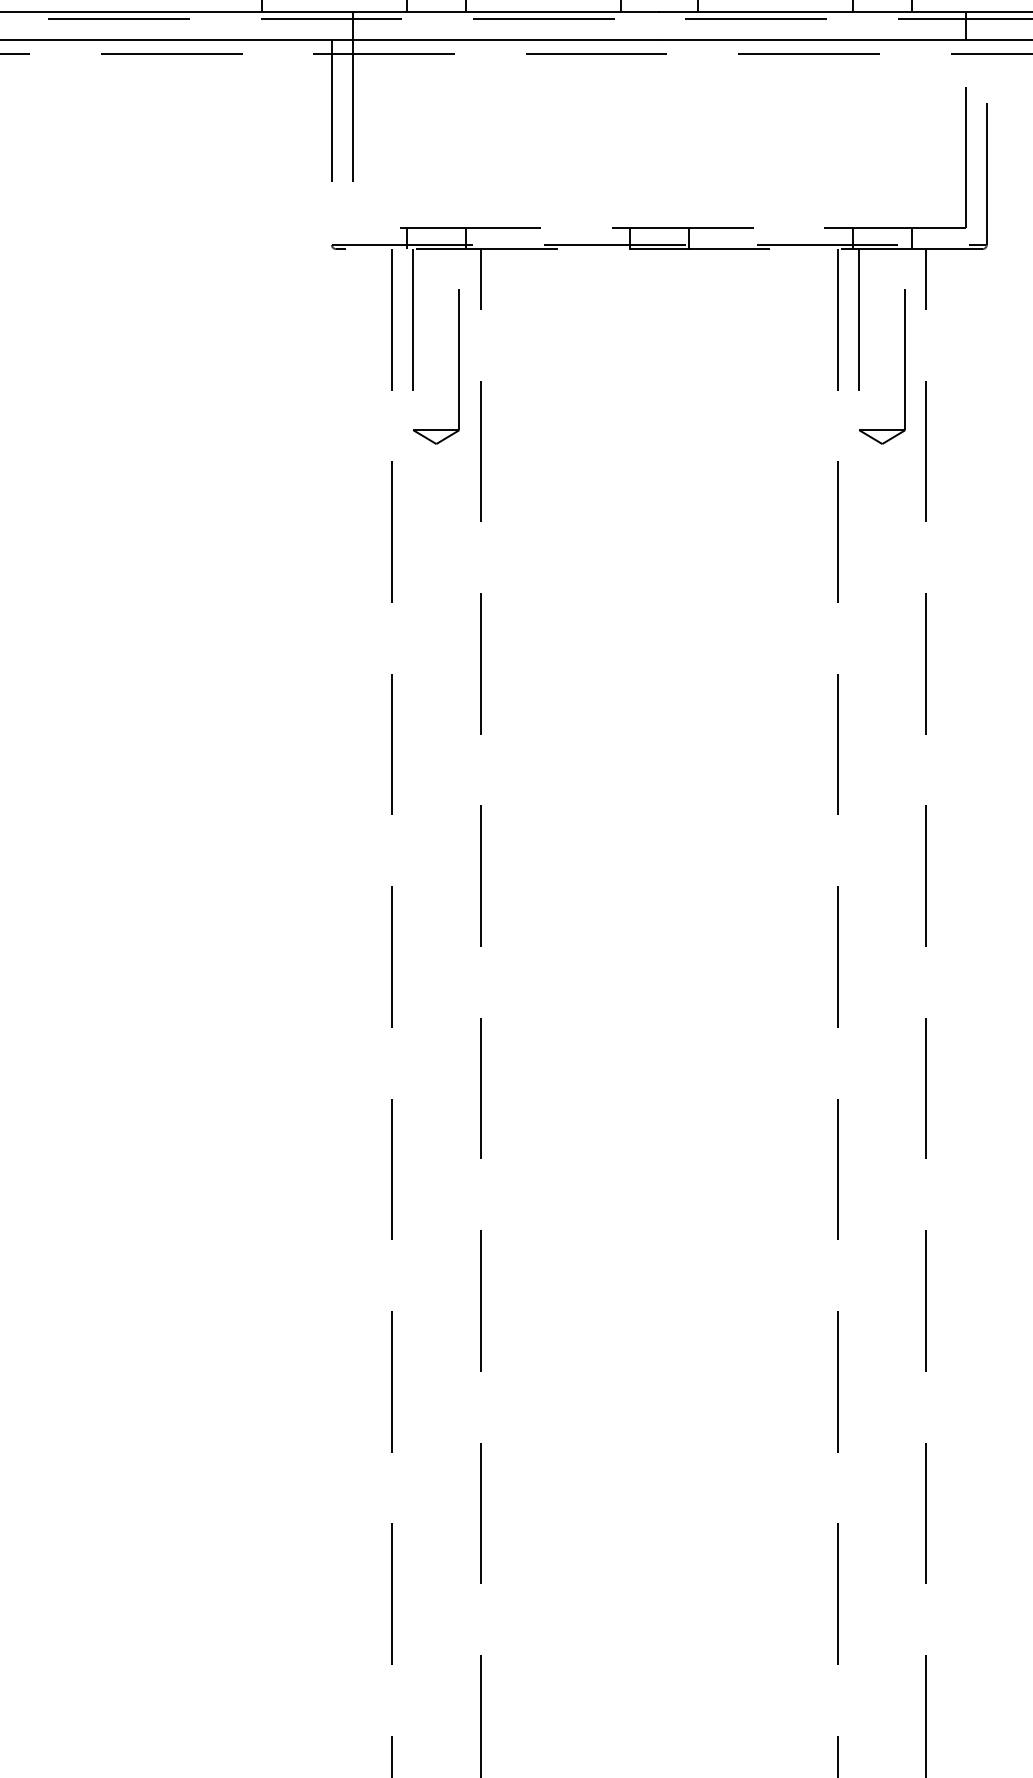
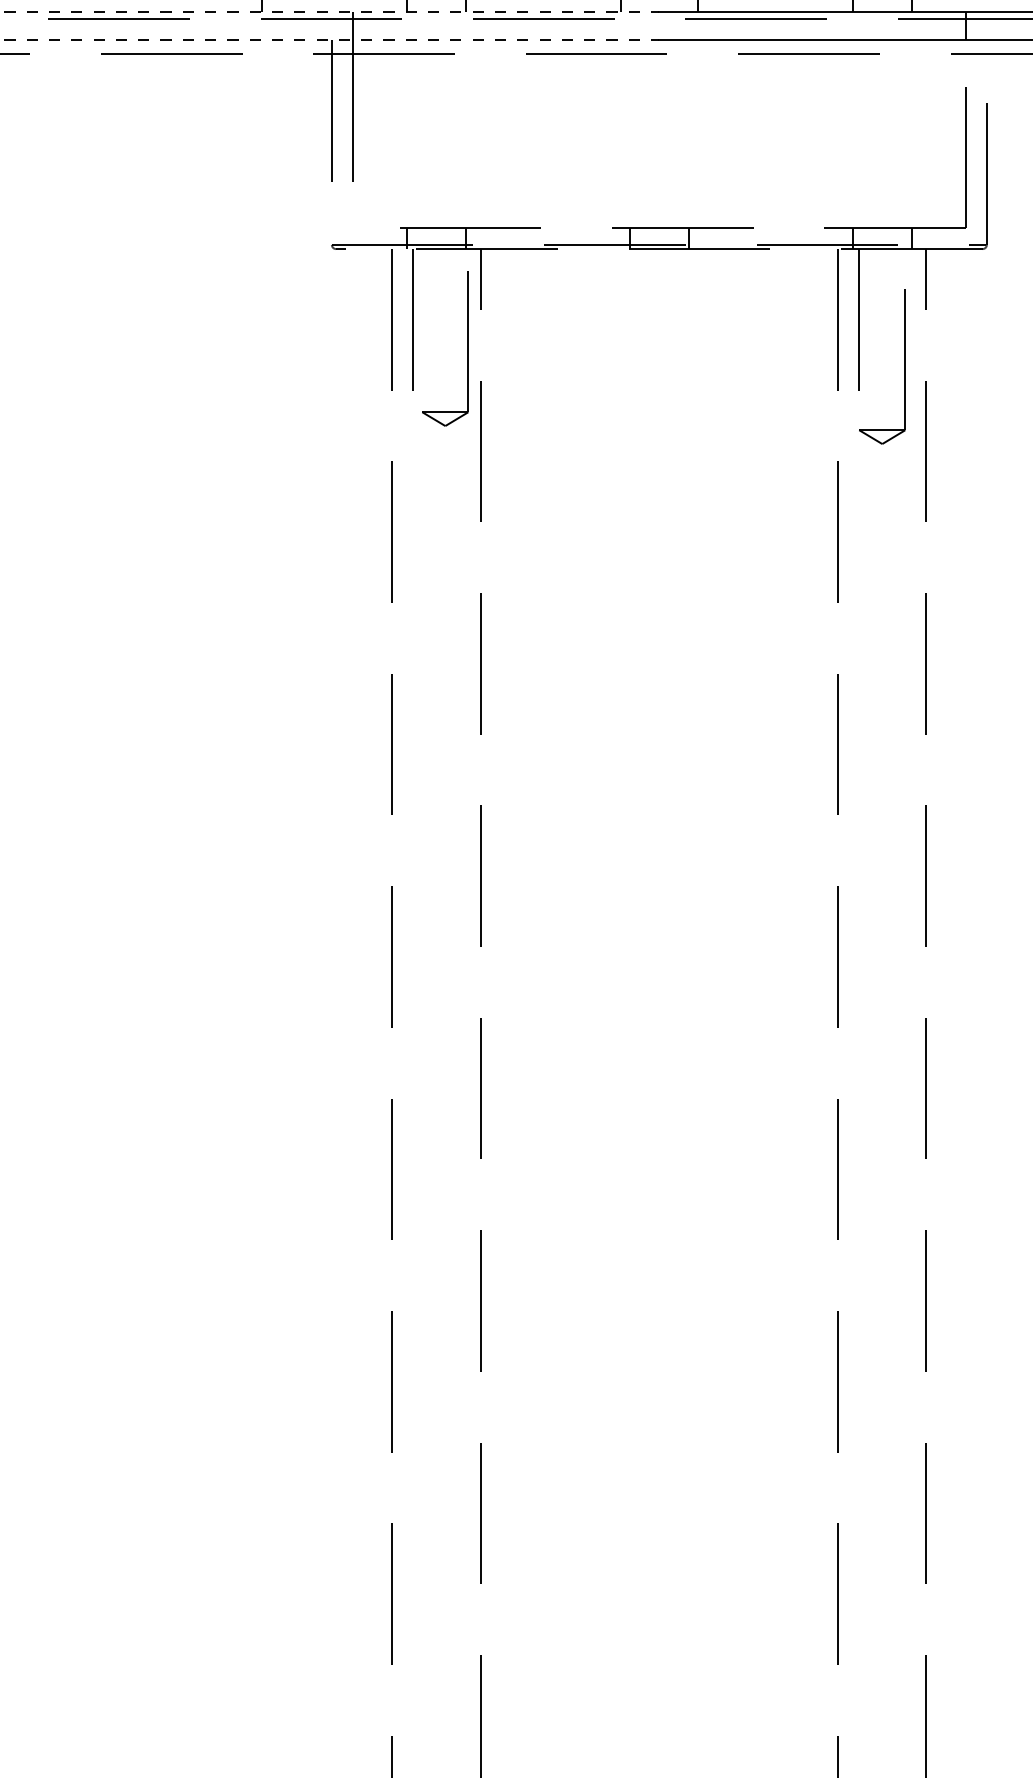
line at (330, 12): solid -> dashed
line at (330, 40): solid -> dashed
part at (458, 366) position: (458, 366) -> (467, 348)
